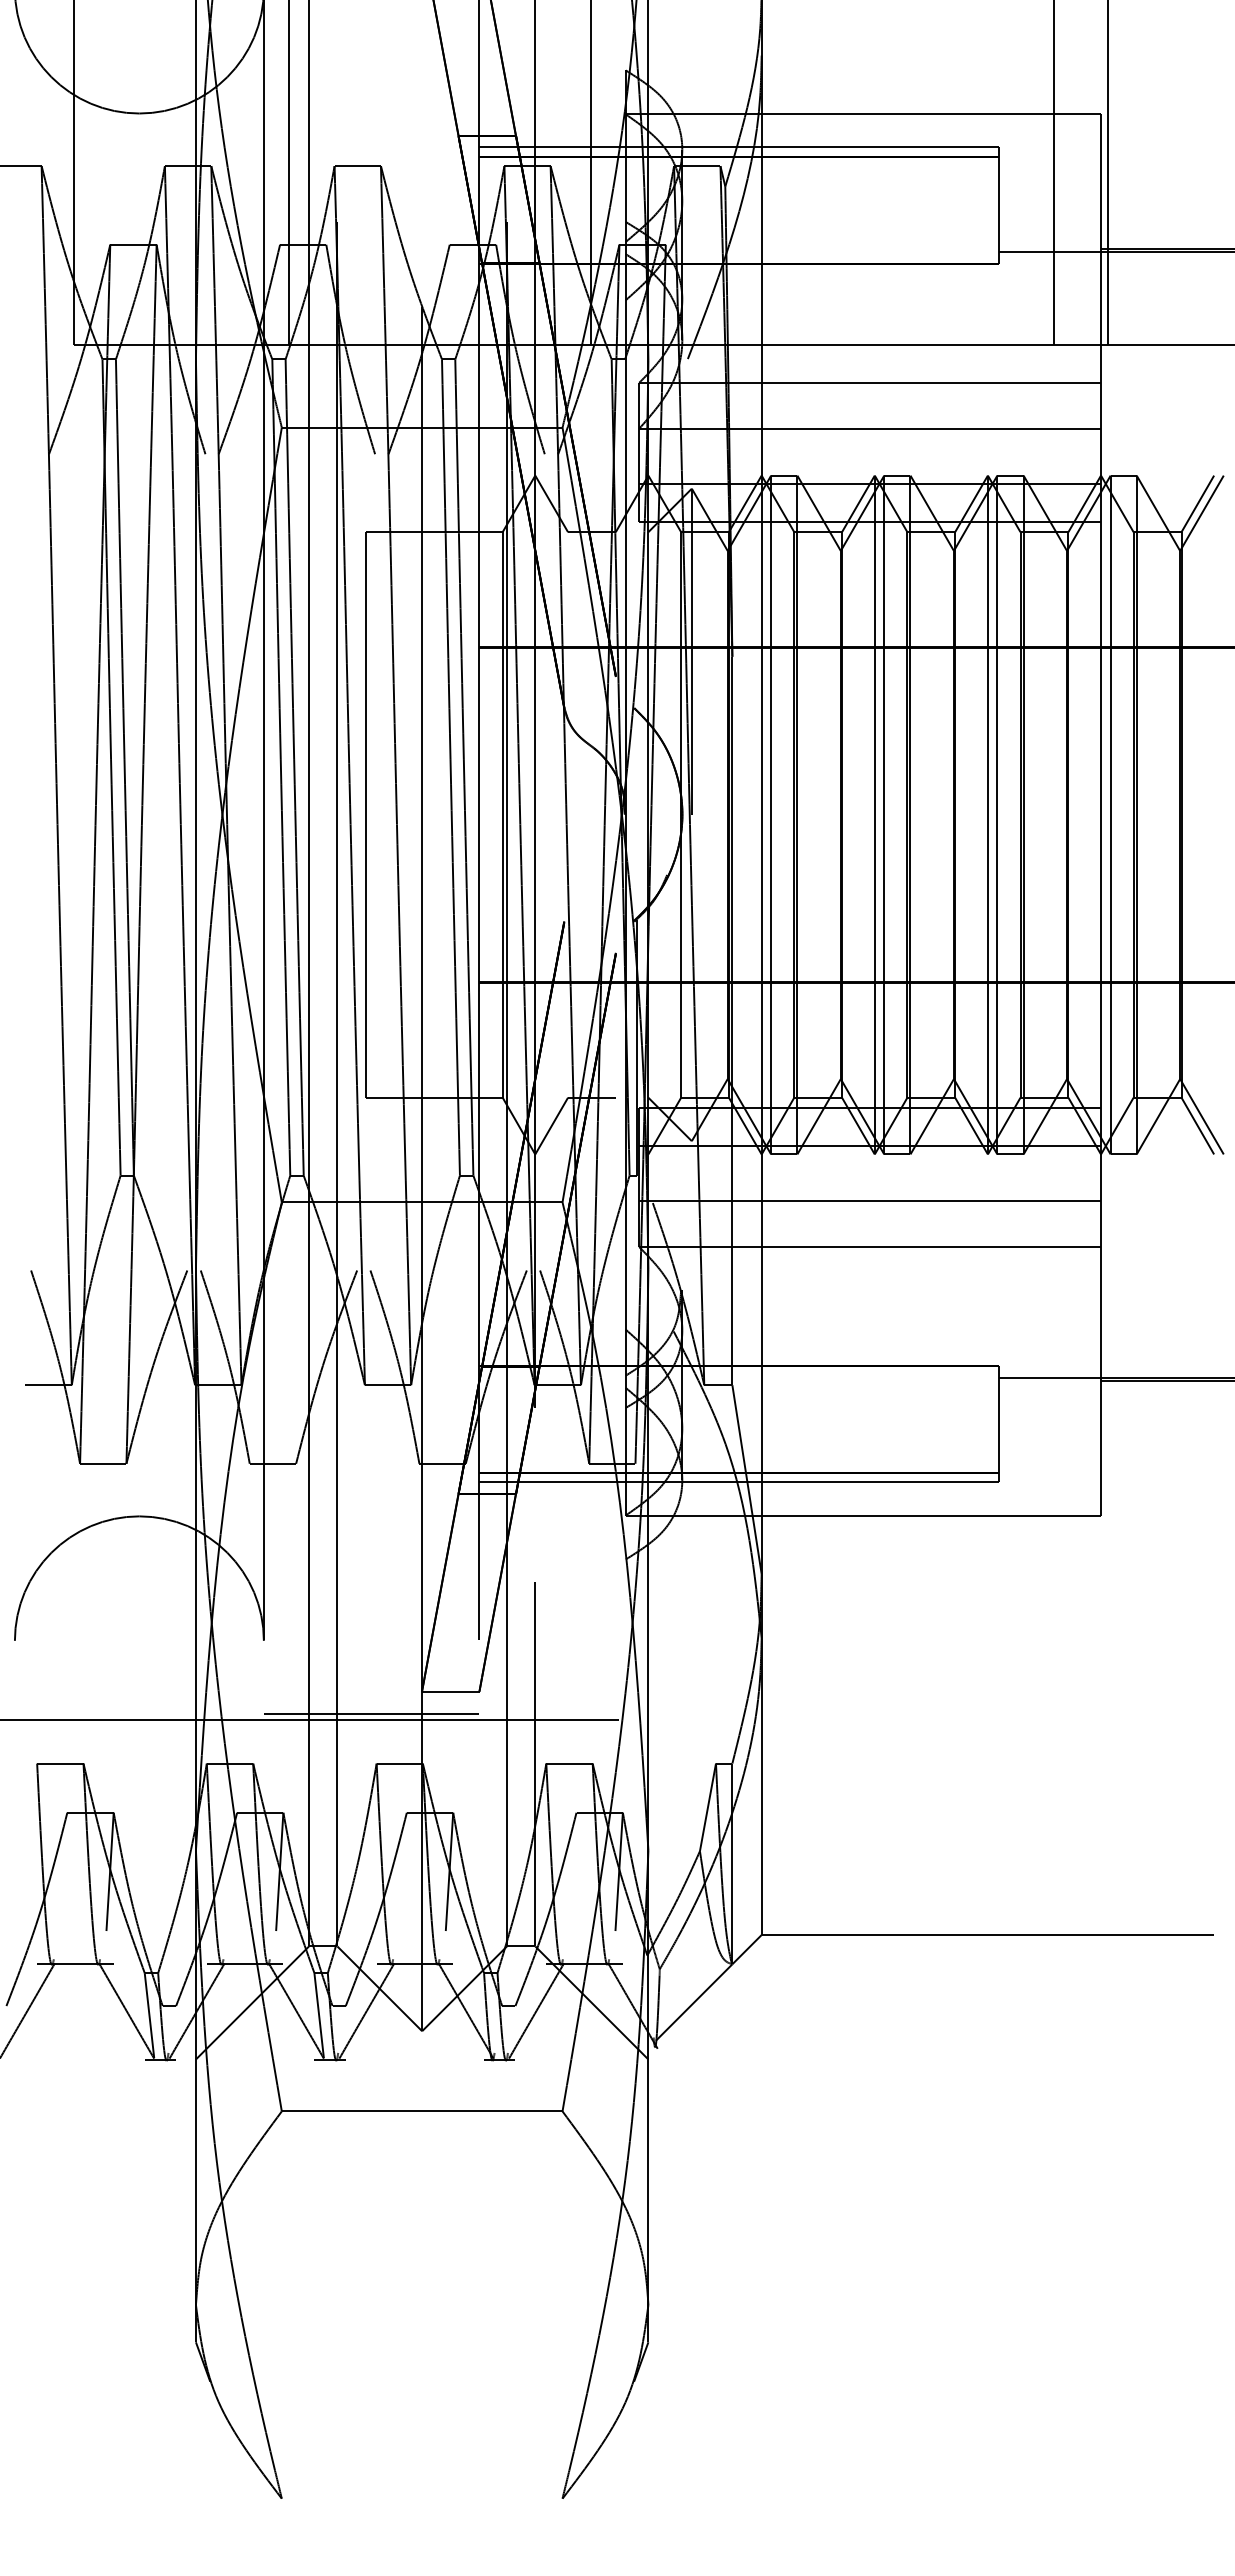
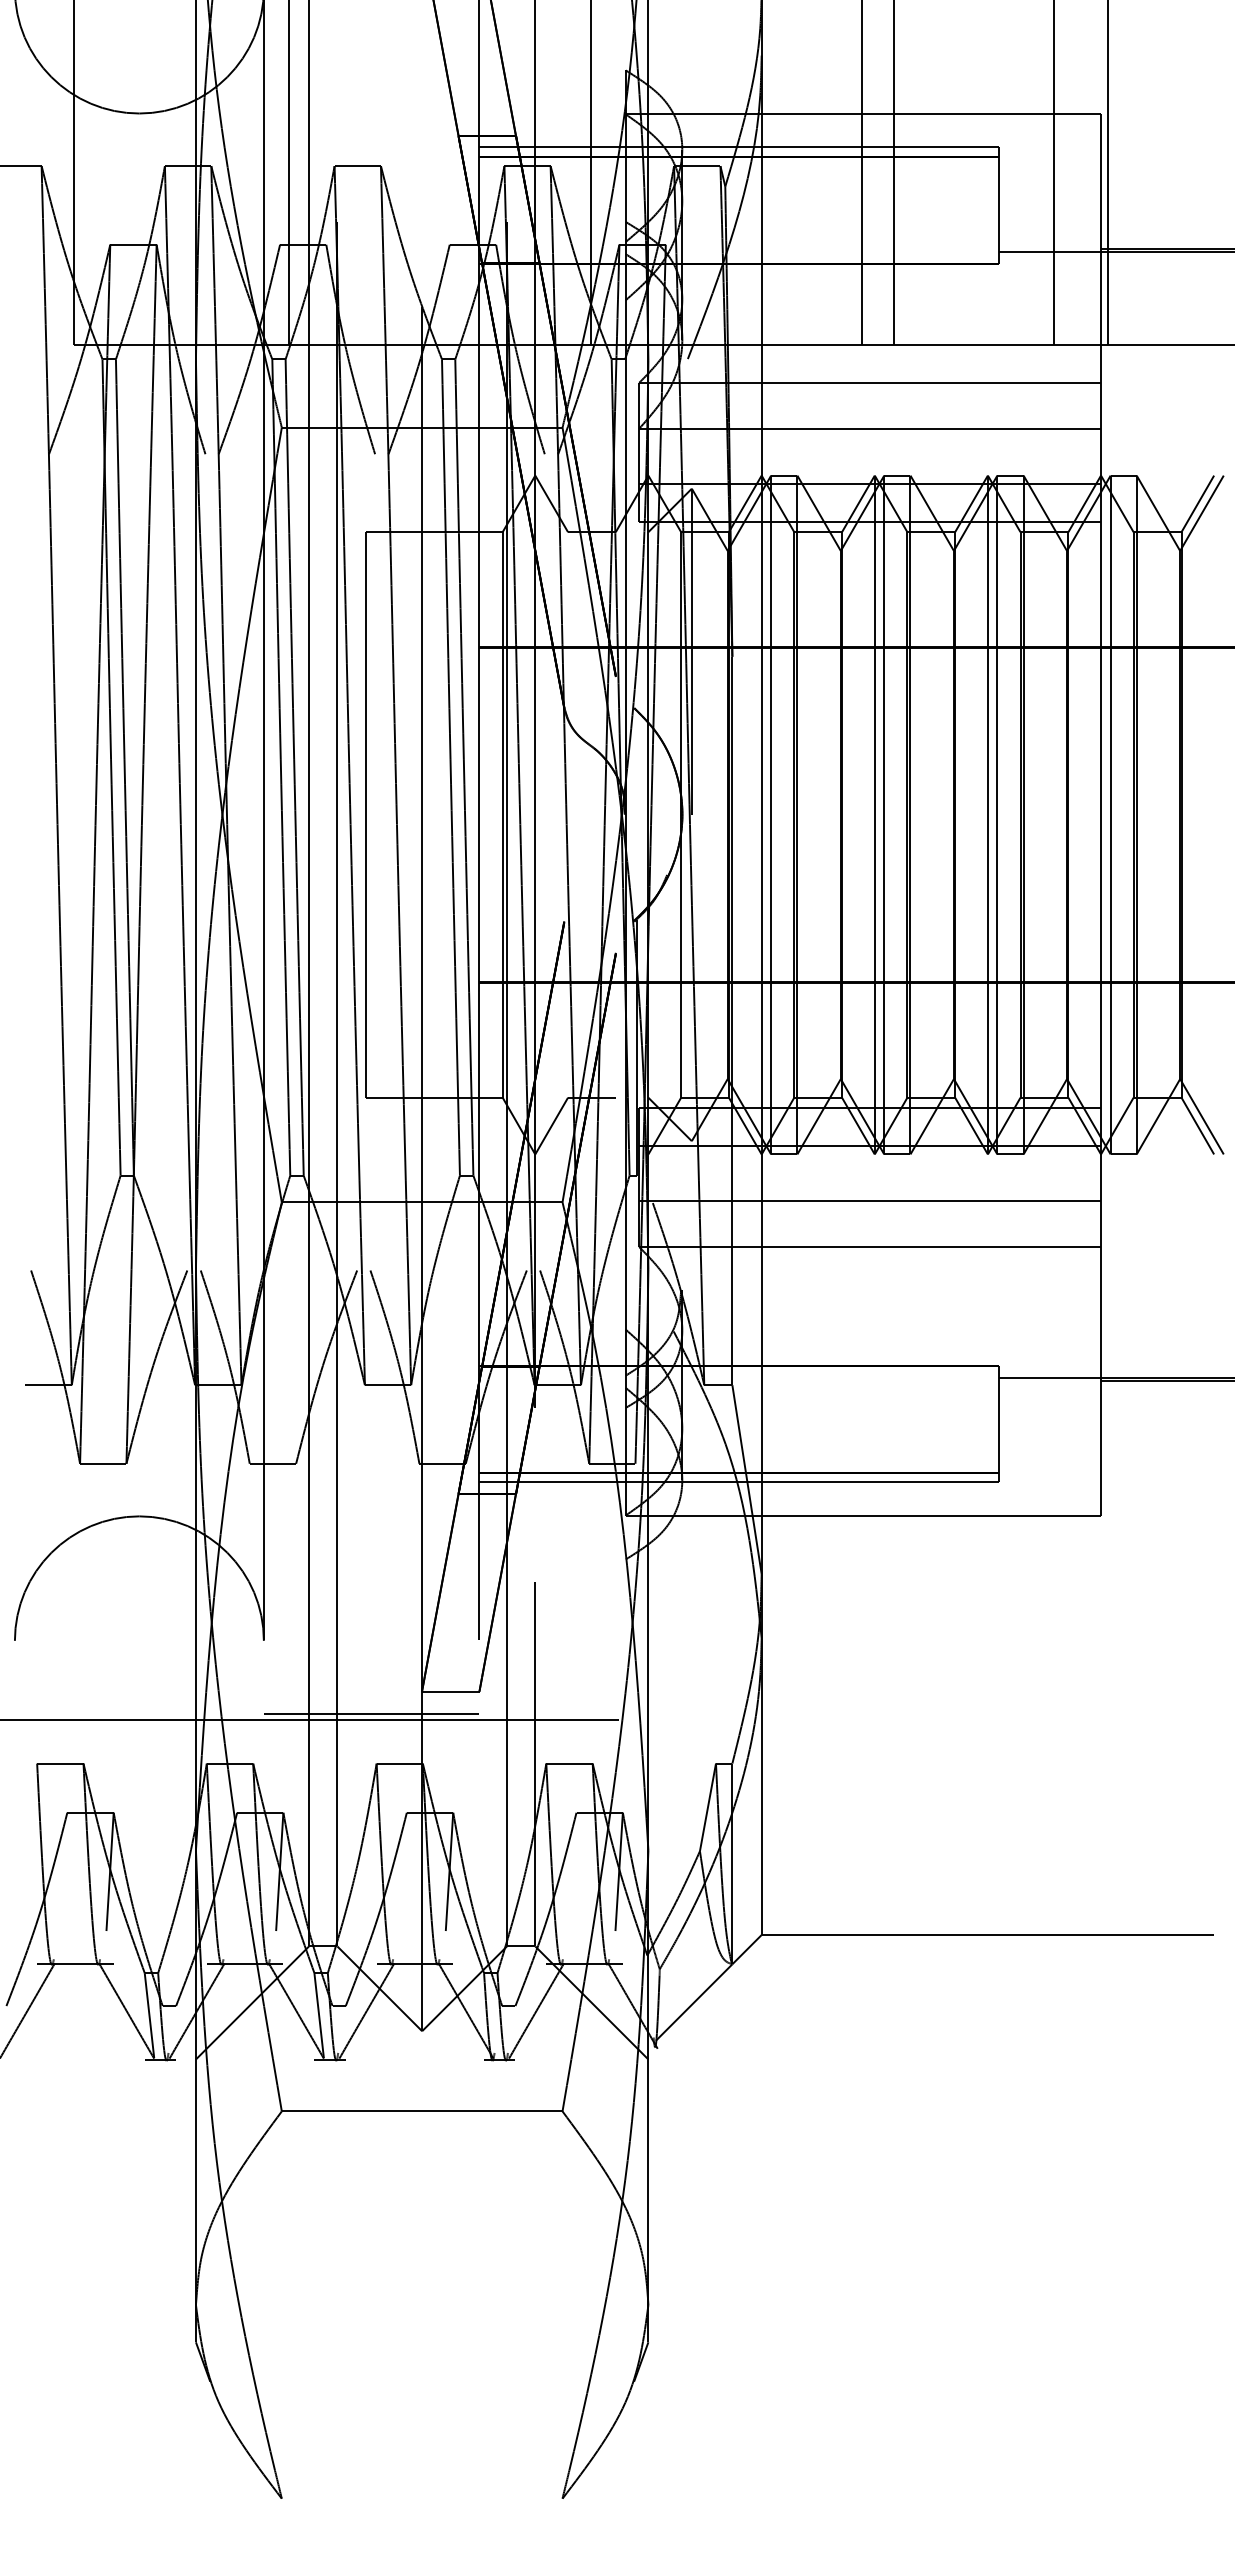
line at (862, 173): none -> present
line at (893, 173): none -> present
